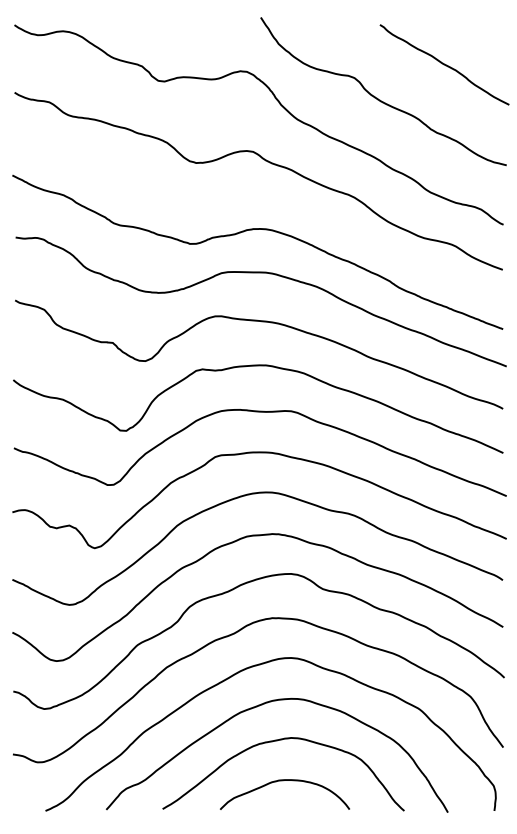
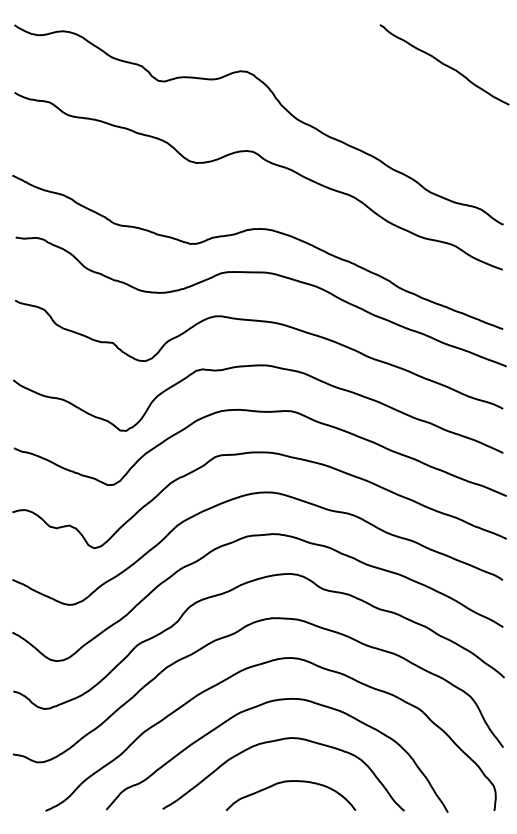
curve at (377, 97): present -> none
curve at (283, 781) position: (283, 781) -> (289, 782)
